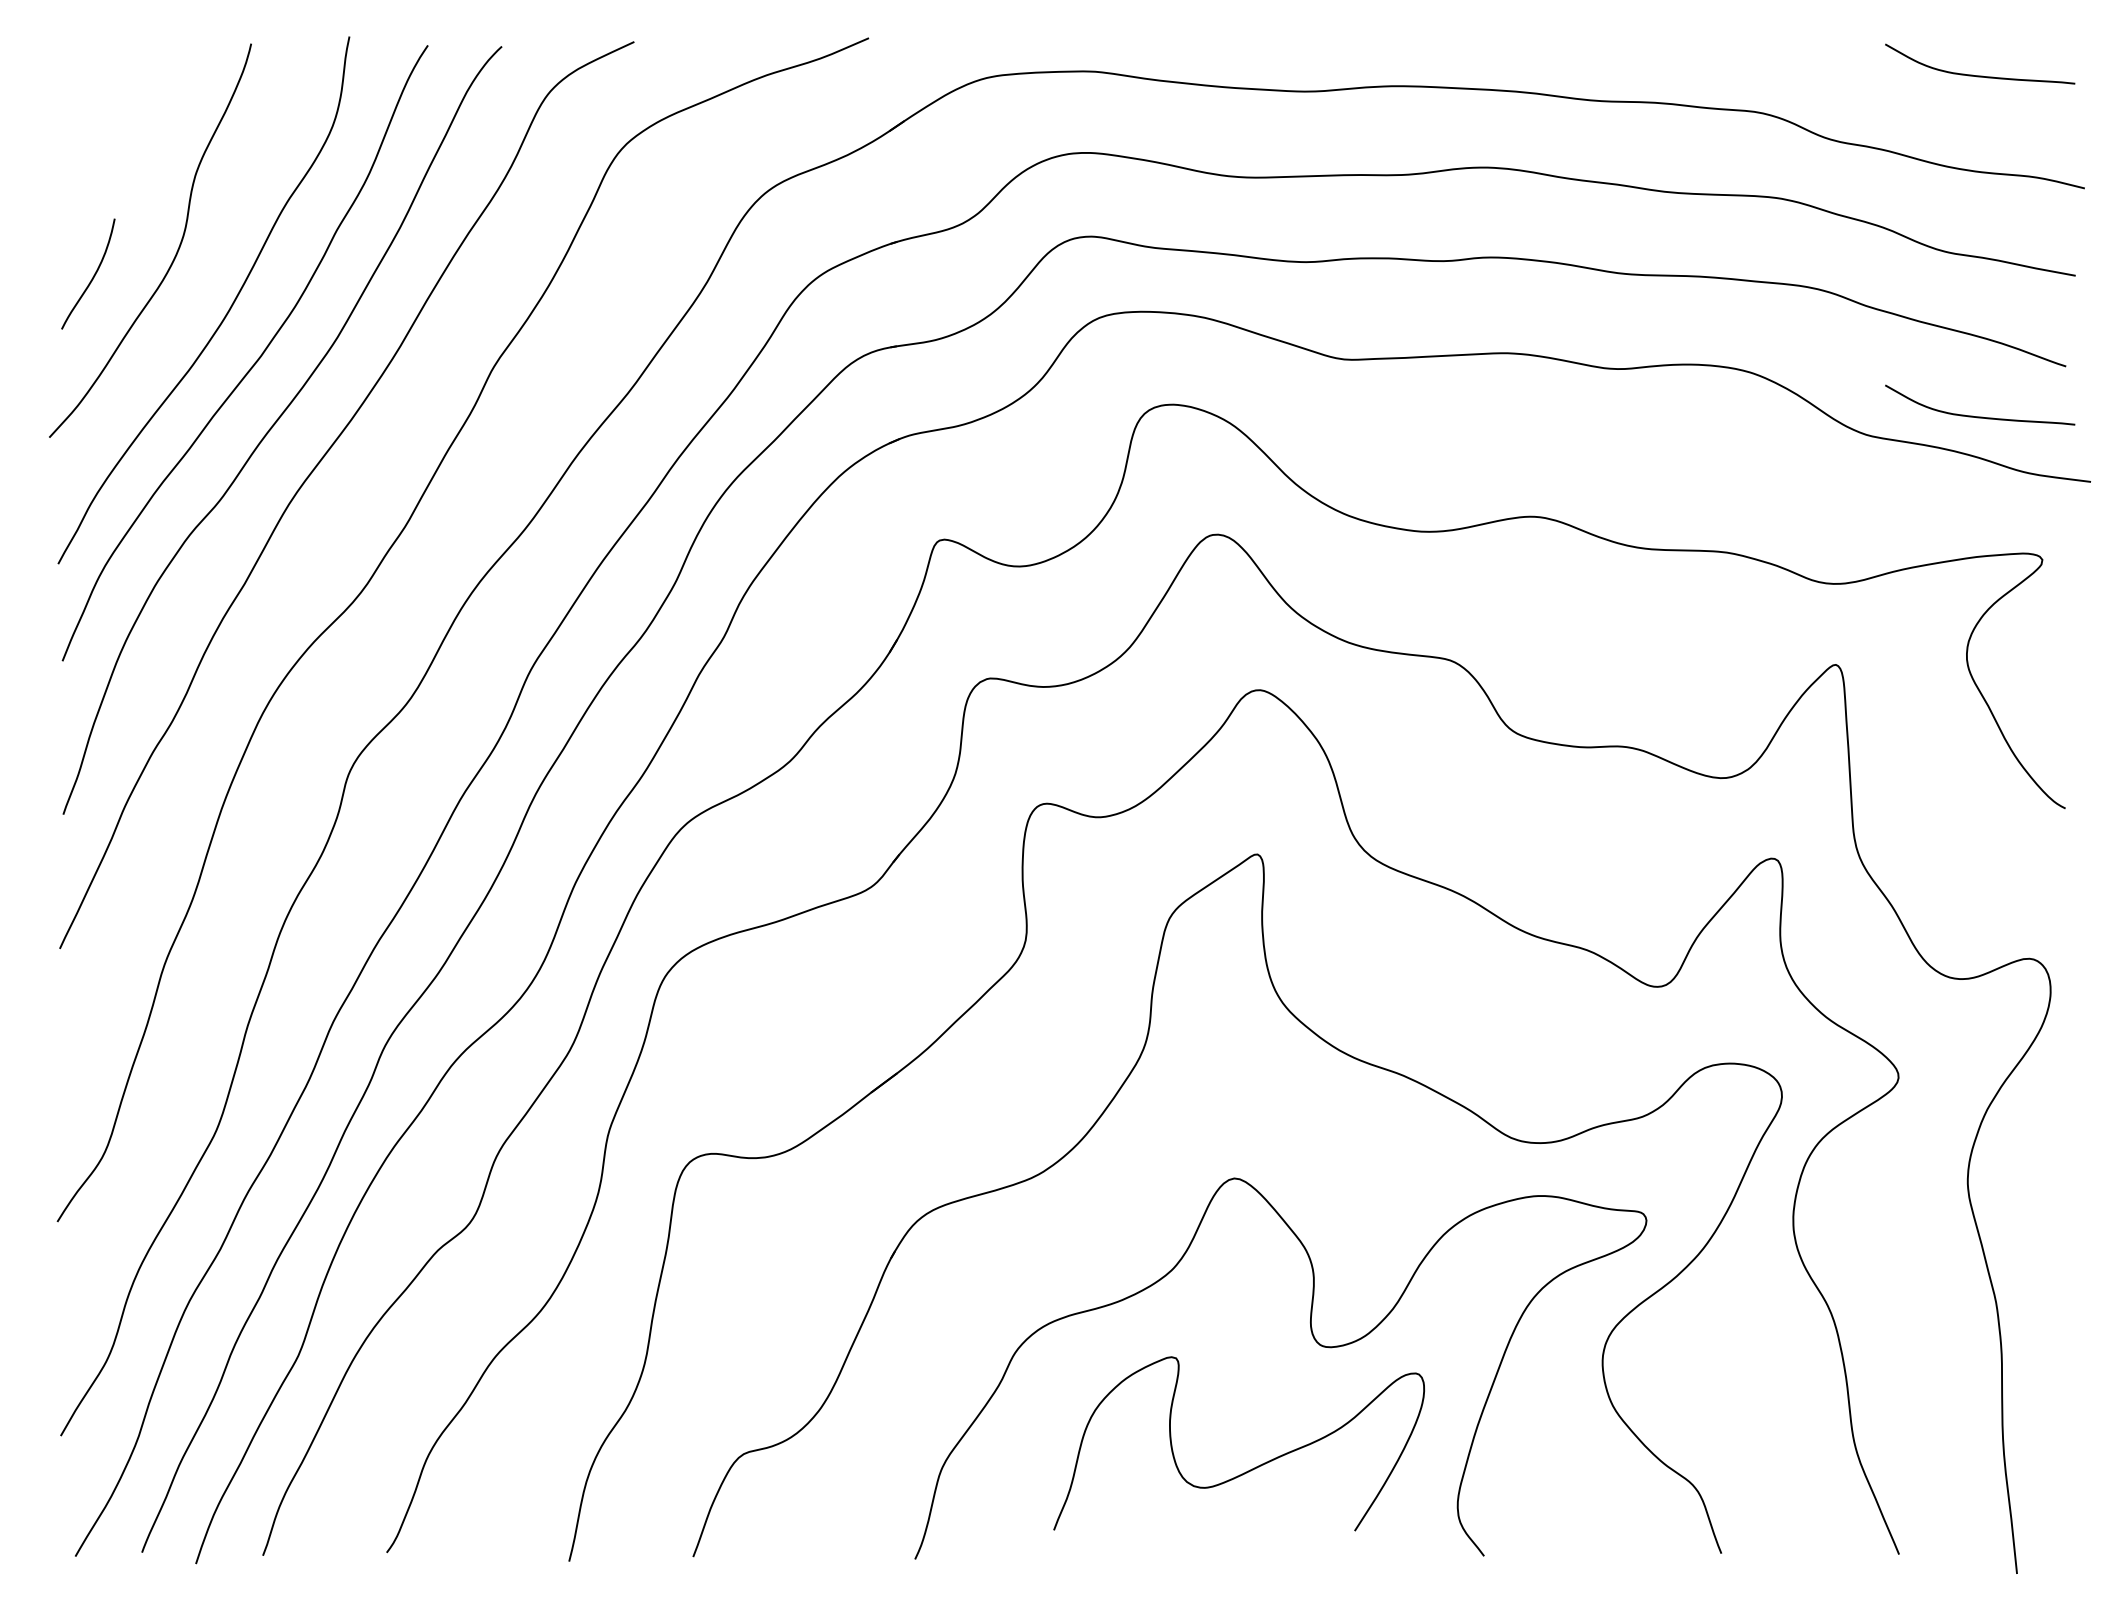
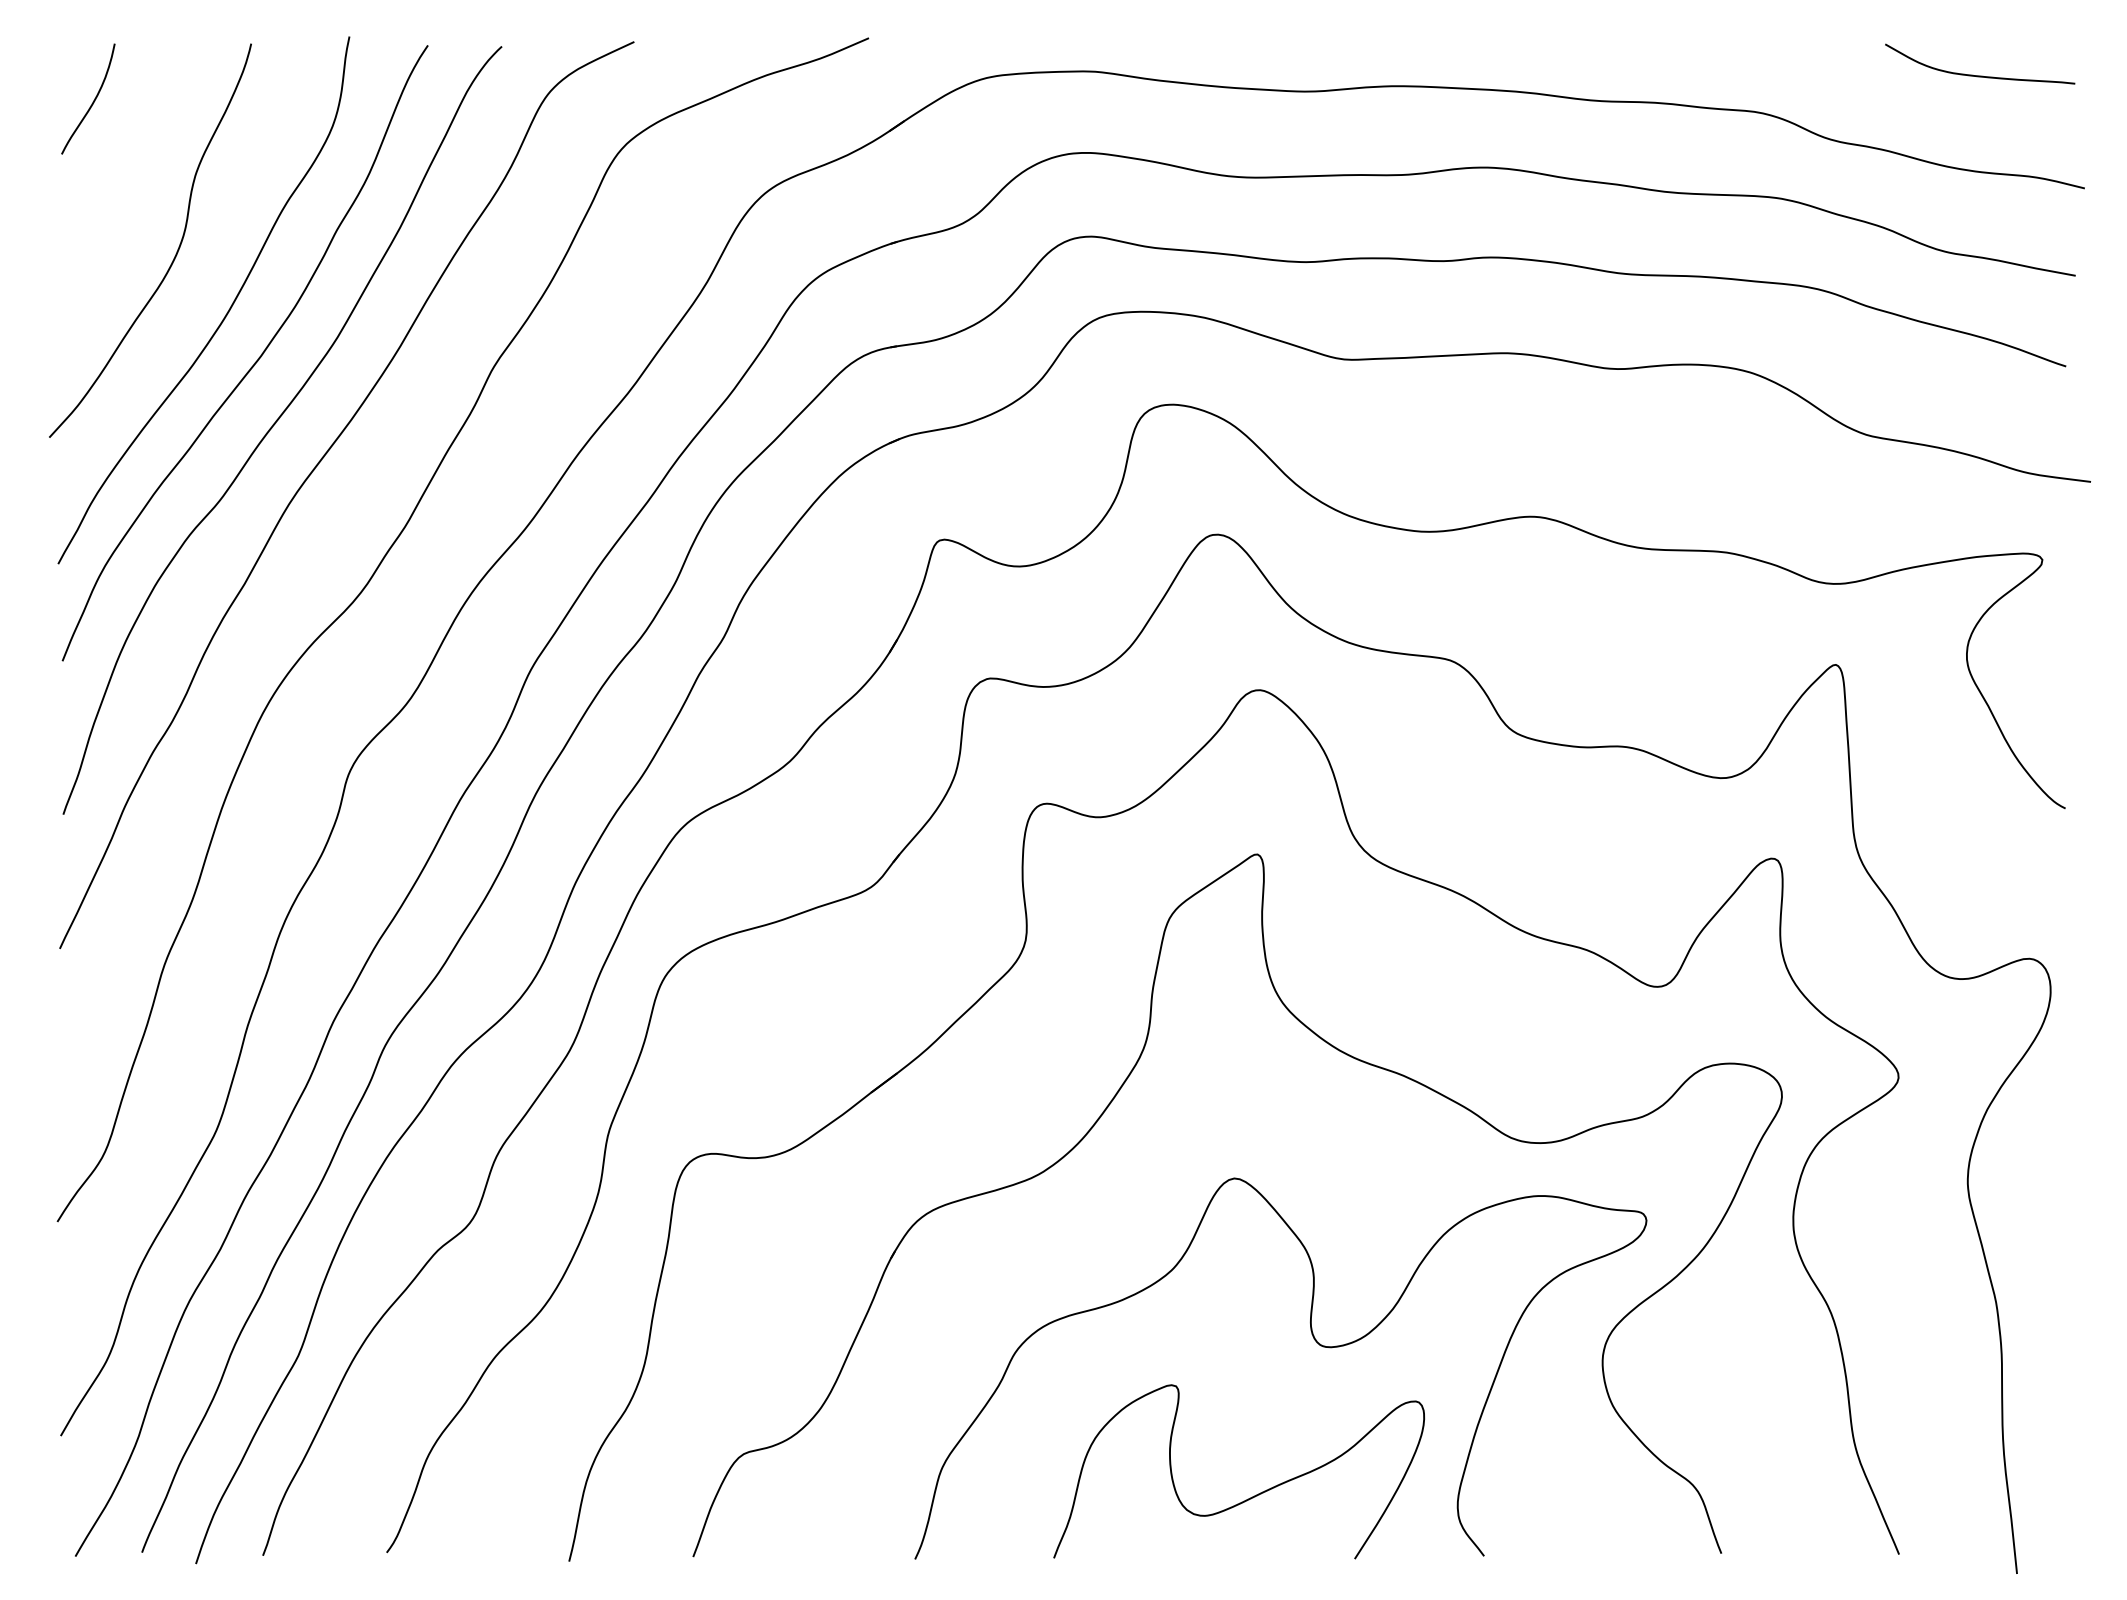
curve at (93, 275) position: (93, 275) -> (93, 100)
curve at (1980, 416): present -> none
curve at (1250, 1469) position: (1250, 1469) -> (1250, 1497)
